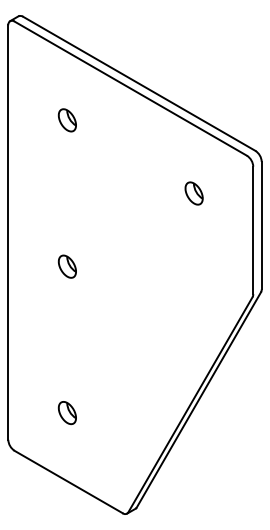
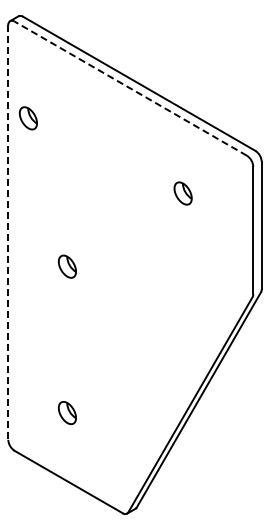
line at (130, 88): solid -> dashed
part at (66, 120) position: (66, 120) -> (27, 118)
part at (193, 193) position: (193, 193) -> (182, 193)
line at (8, 233): solid -> dashed
